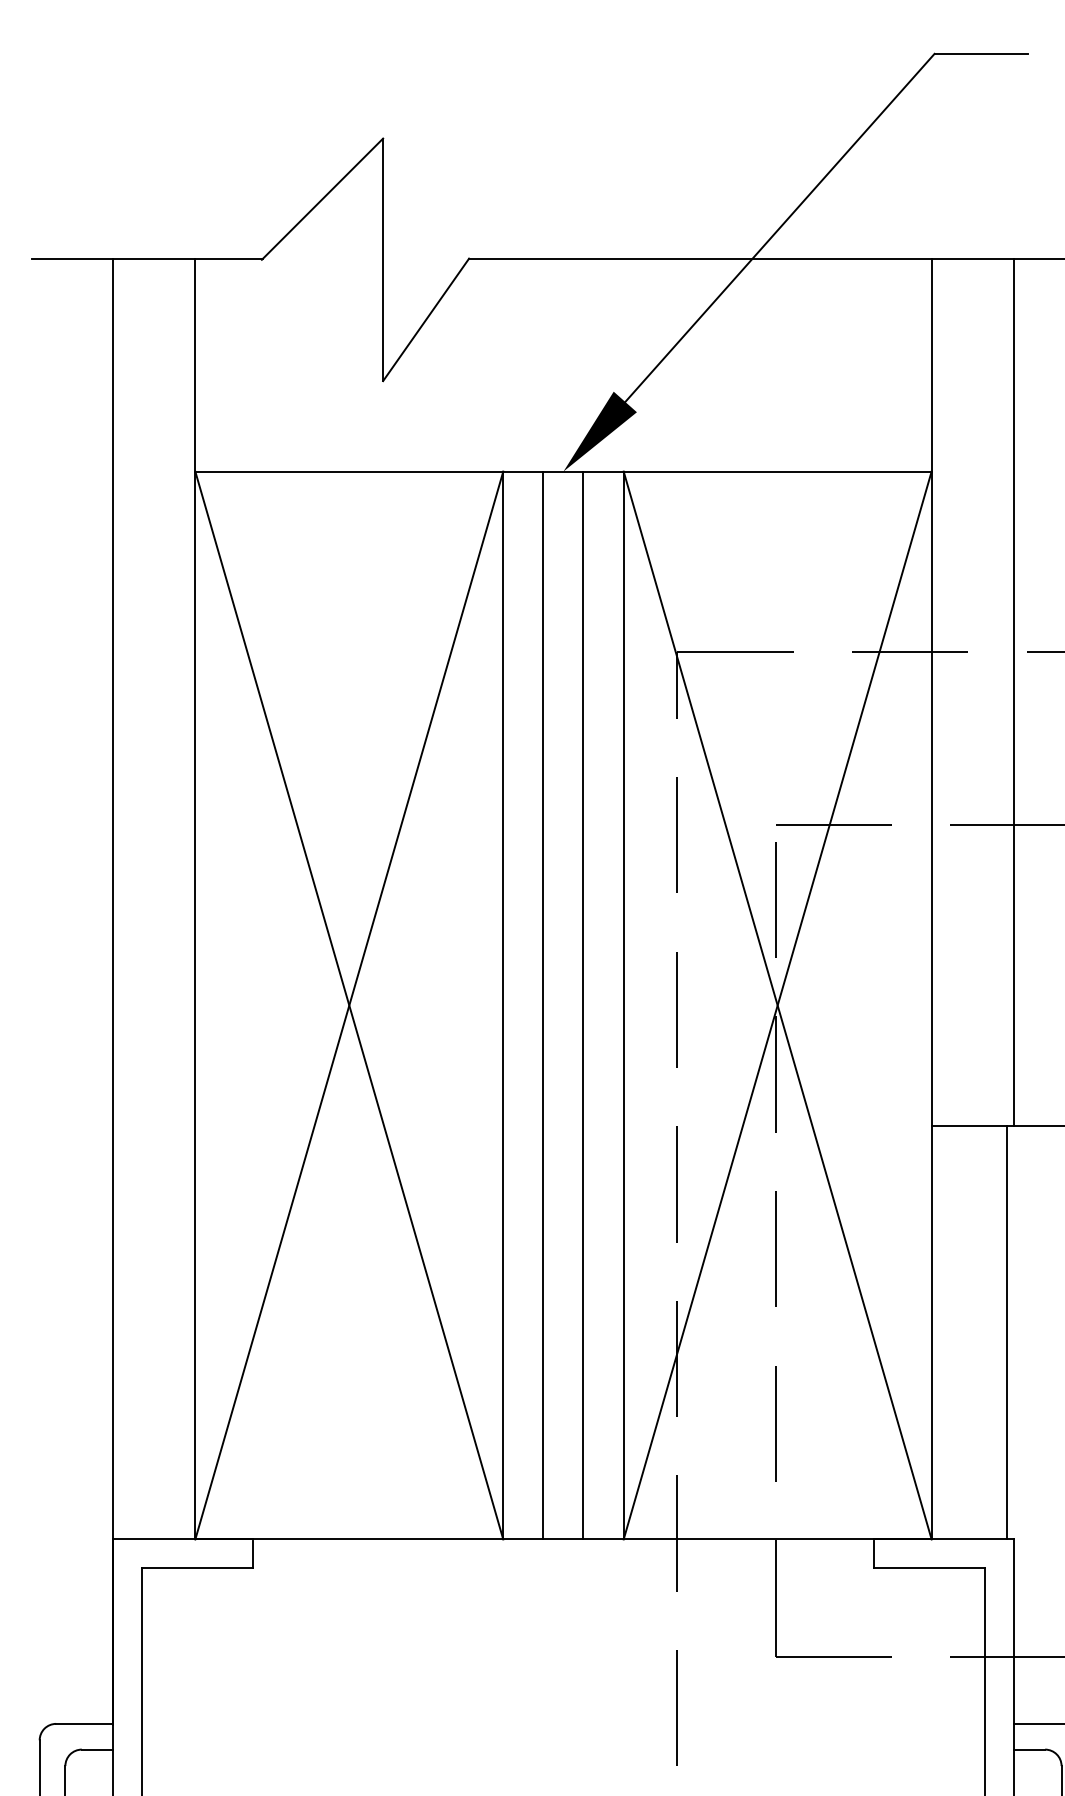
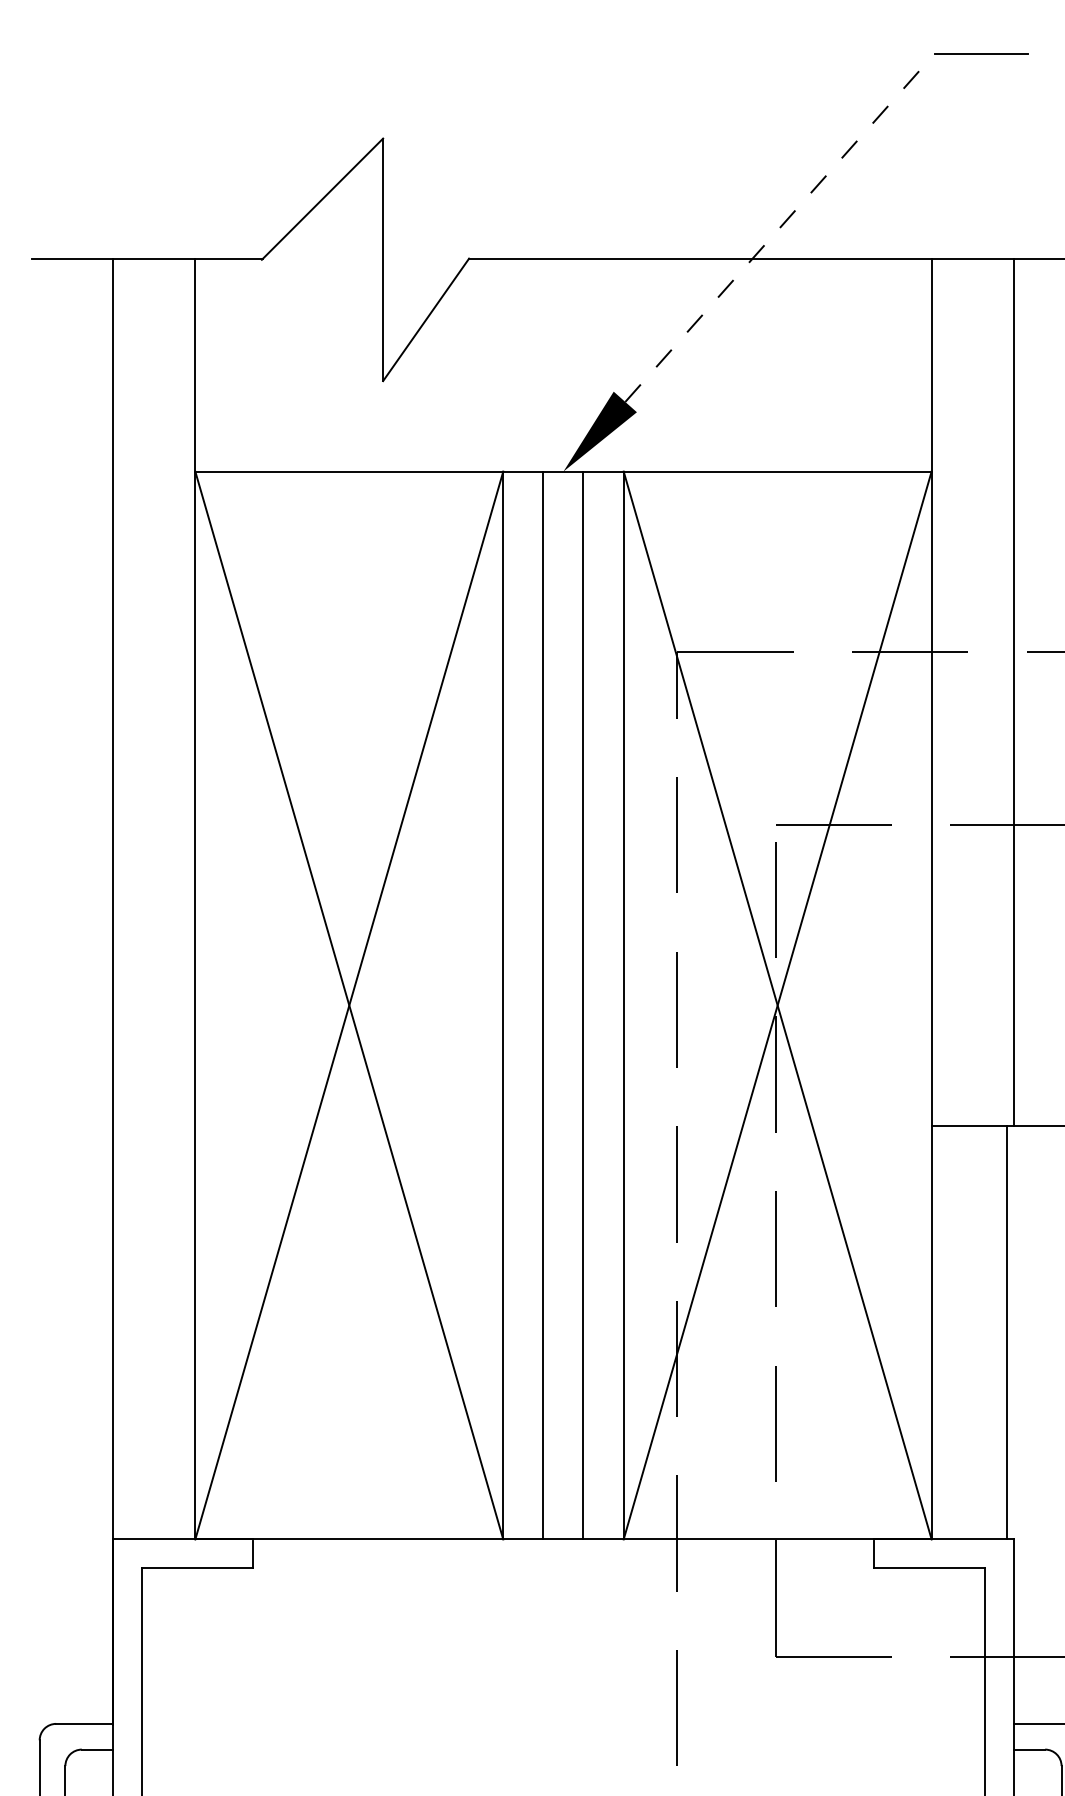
line at (779, 227): solid -> dashed
